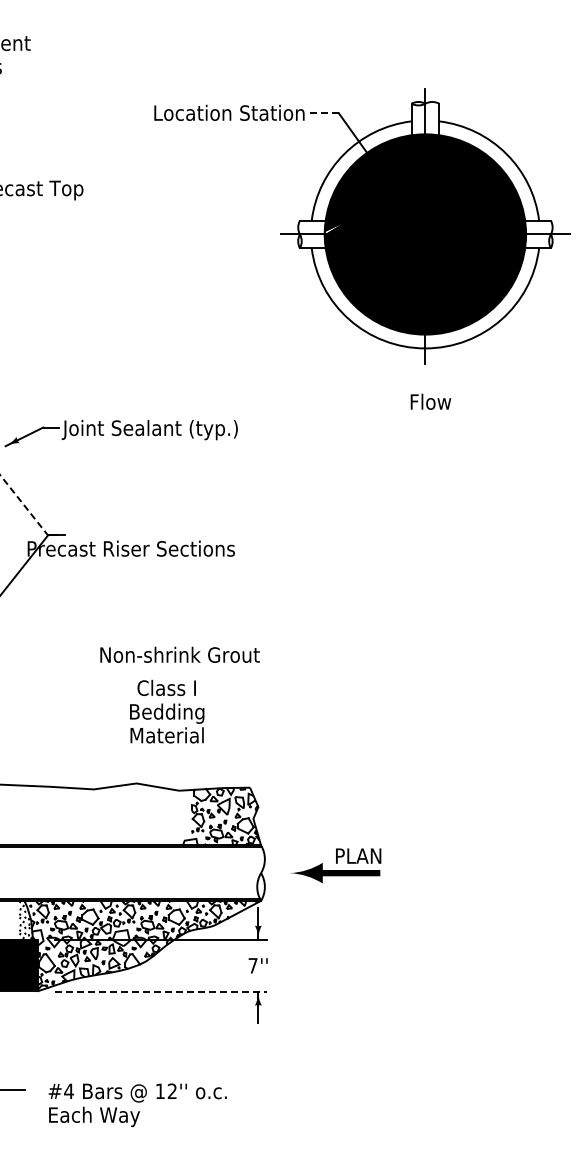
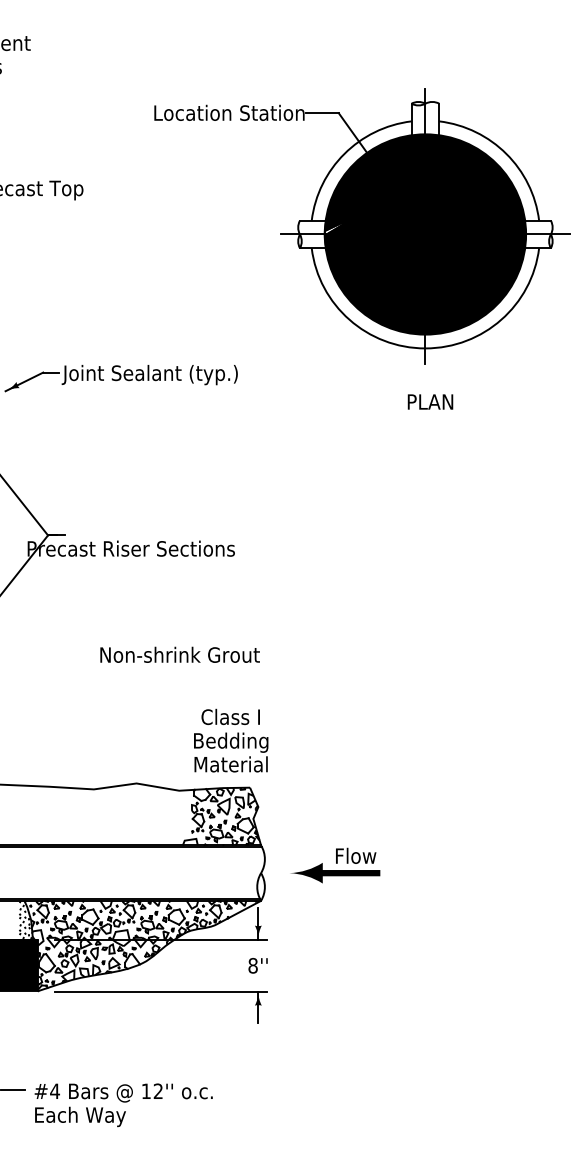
line at (321, 113): dashed -> solid
text at (430, 401): Flow -> PLAN
part at (120, 433) position: (120, 433) -> (120, 378)
line at (24, 505): dashed -> solid
text at (167, 711) position: (167, 711) -> (231, 740)
text at (359, 855): PLAN -> Flow
text at (252, 965): 7'' -> 8''
line at (160, 991): dashed -> solid
text at (137, 1105) position: (137, 1105) -> (123, 1105)
